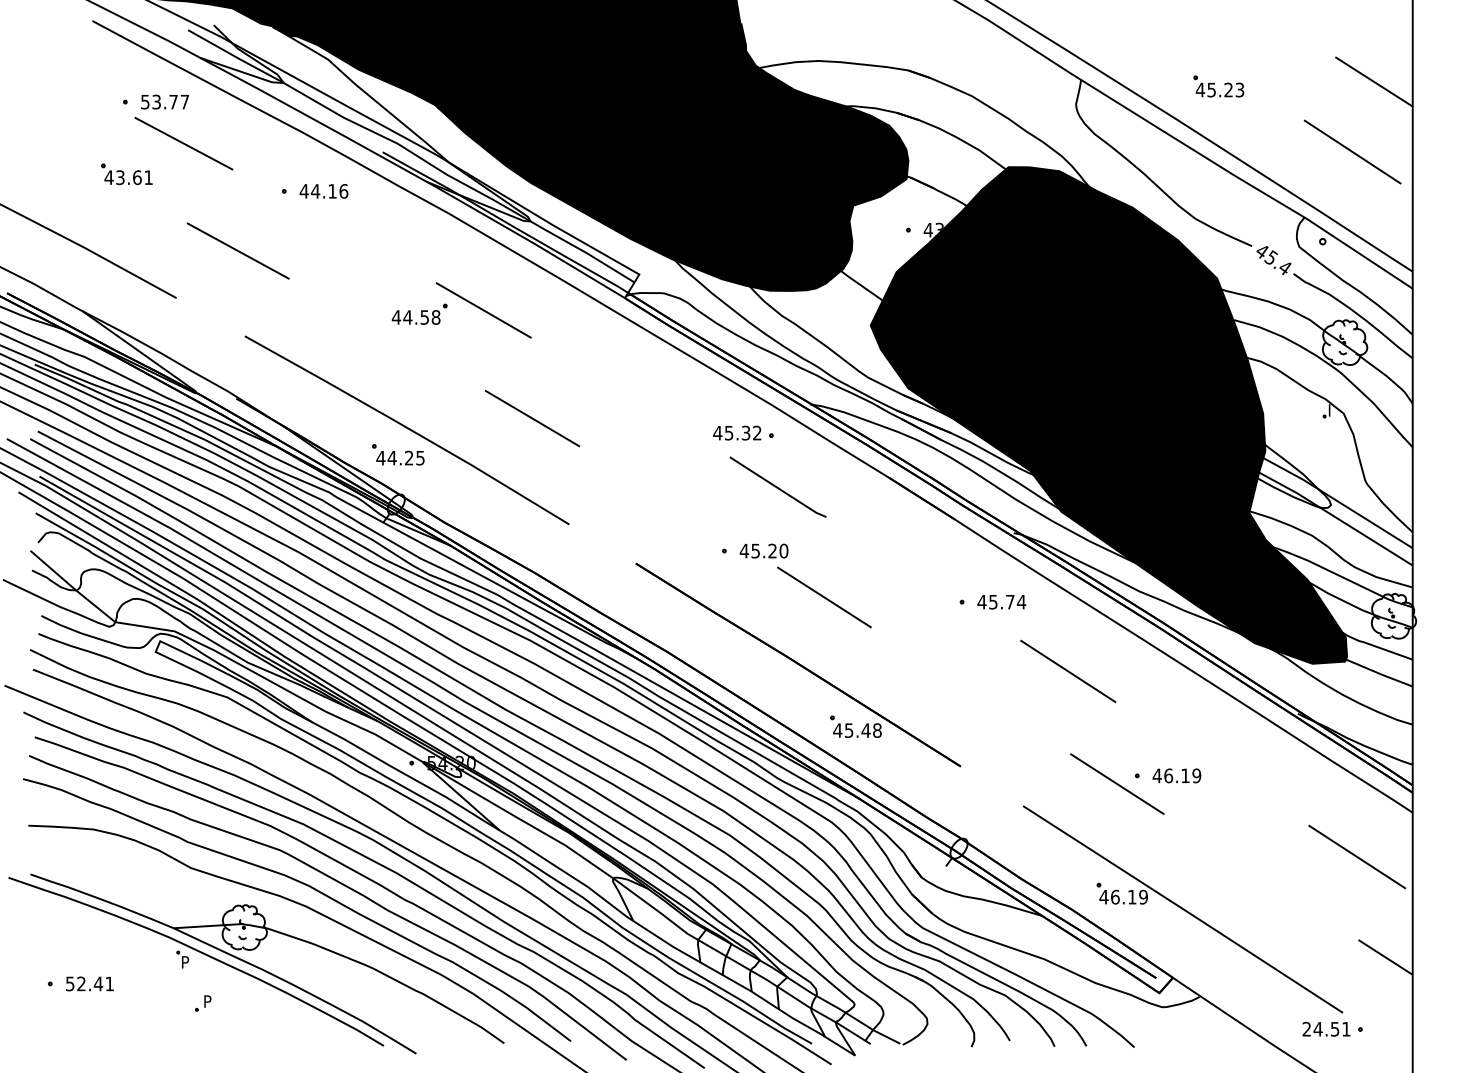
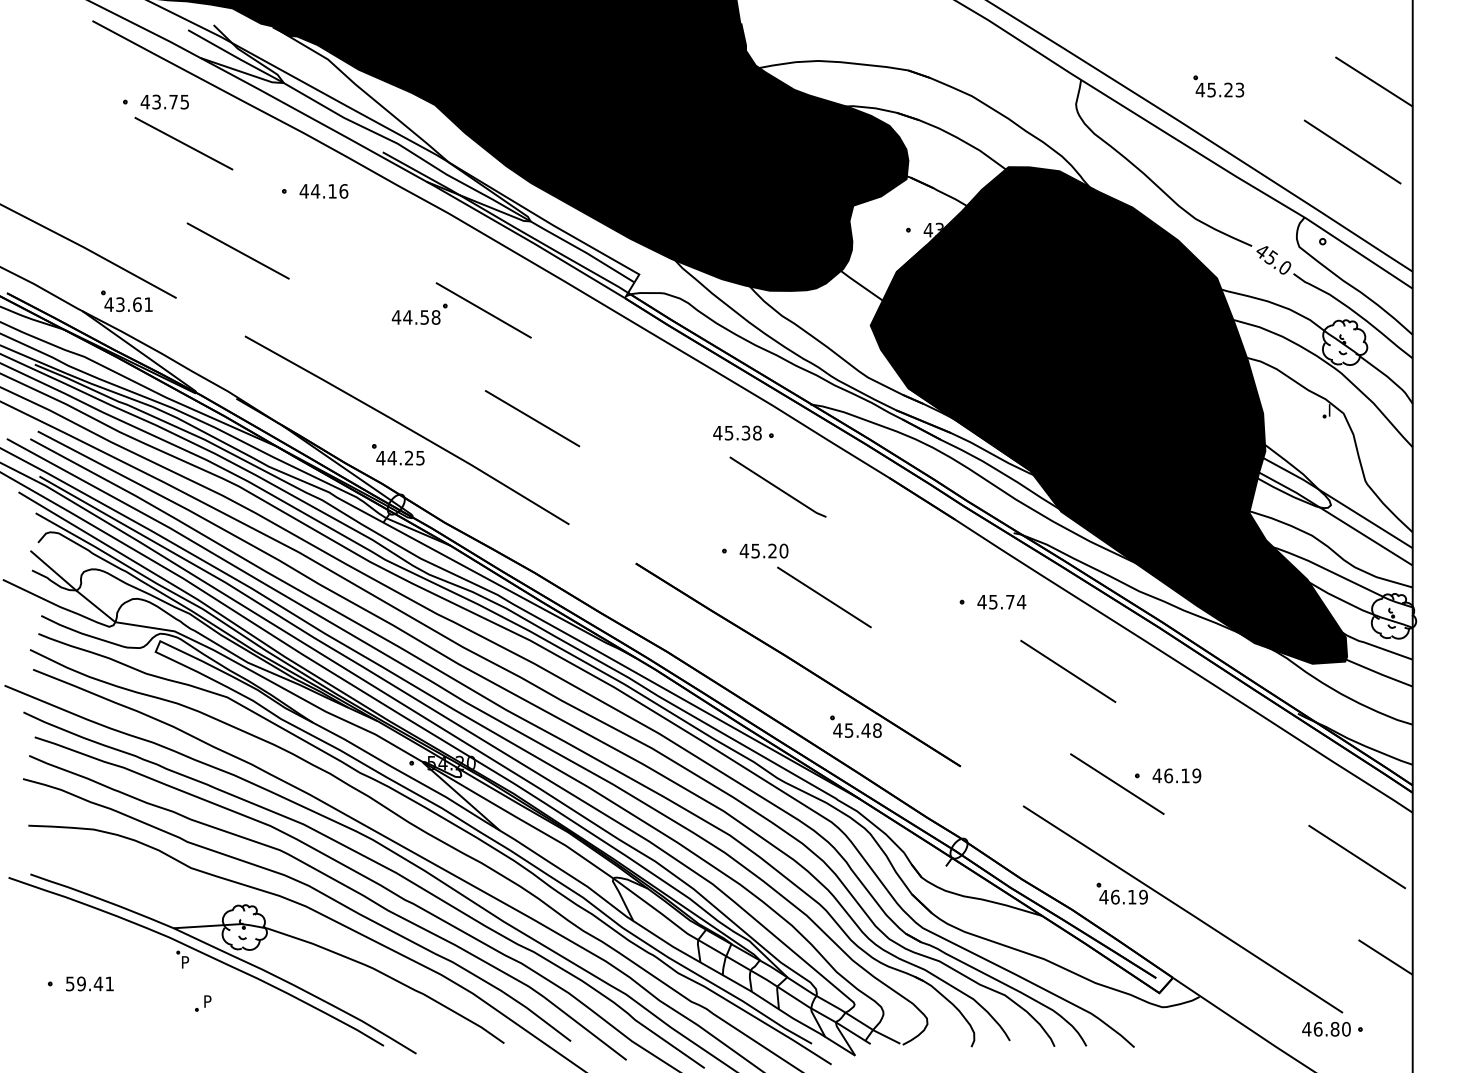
text at (164, 102): 53.77 -> 43.75
part at (126, 174) position: (126, 174) -> (126, 301)
text at (1285, 268): 45.4 -> 45.0
text at (757, 432): 45.32 -> 45.38
text at (81, 983): 52.41 -> 59.41
text at (1326, 1028): 24.51 -> 46.80
